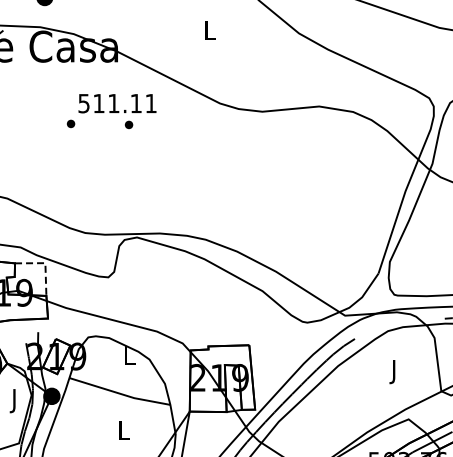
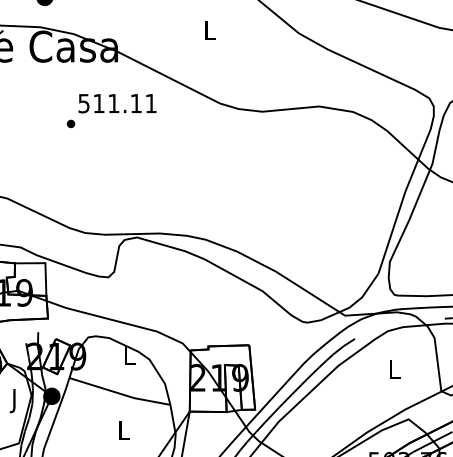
part at (128, 124): present -> none
line at (45, 264): dashed -> solid
text at (394, 372): J -> L
